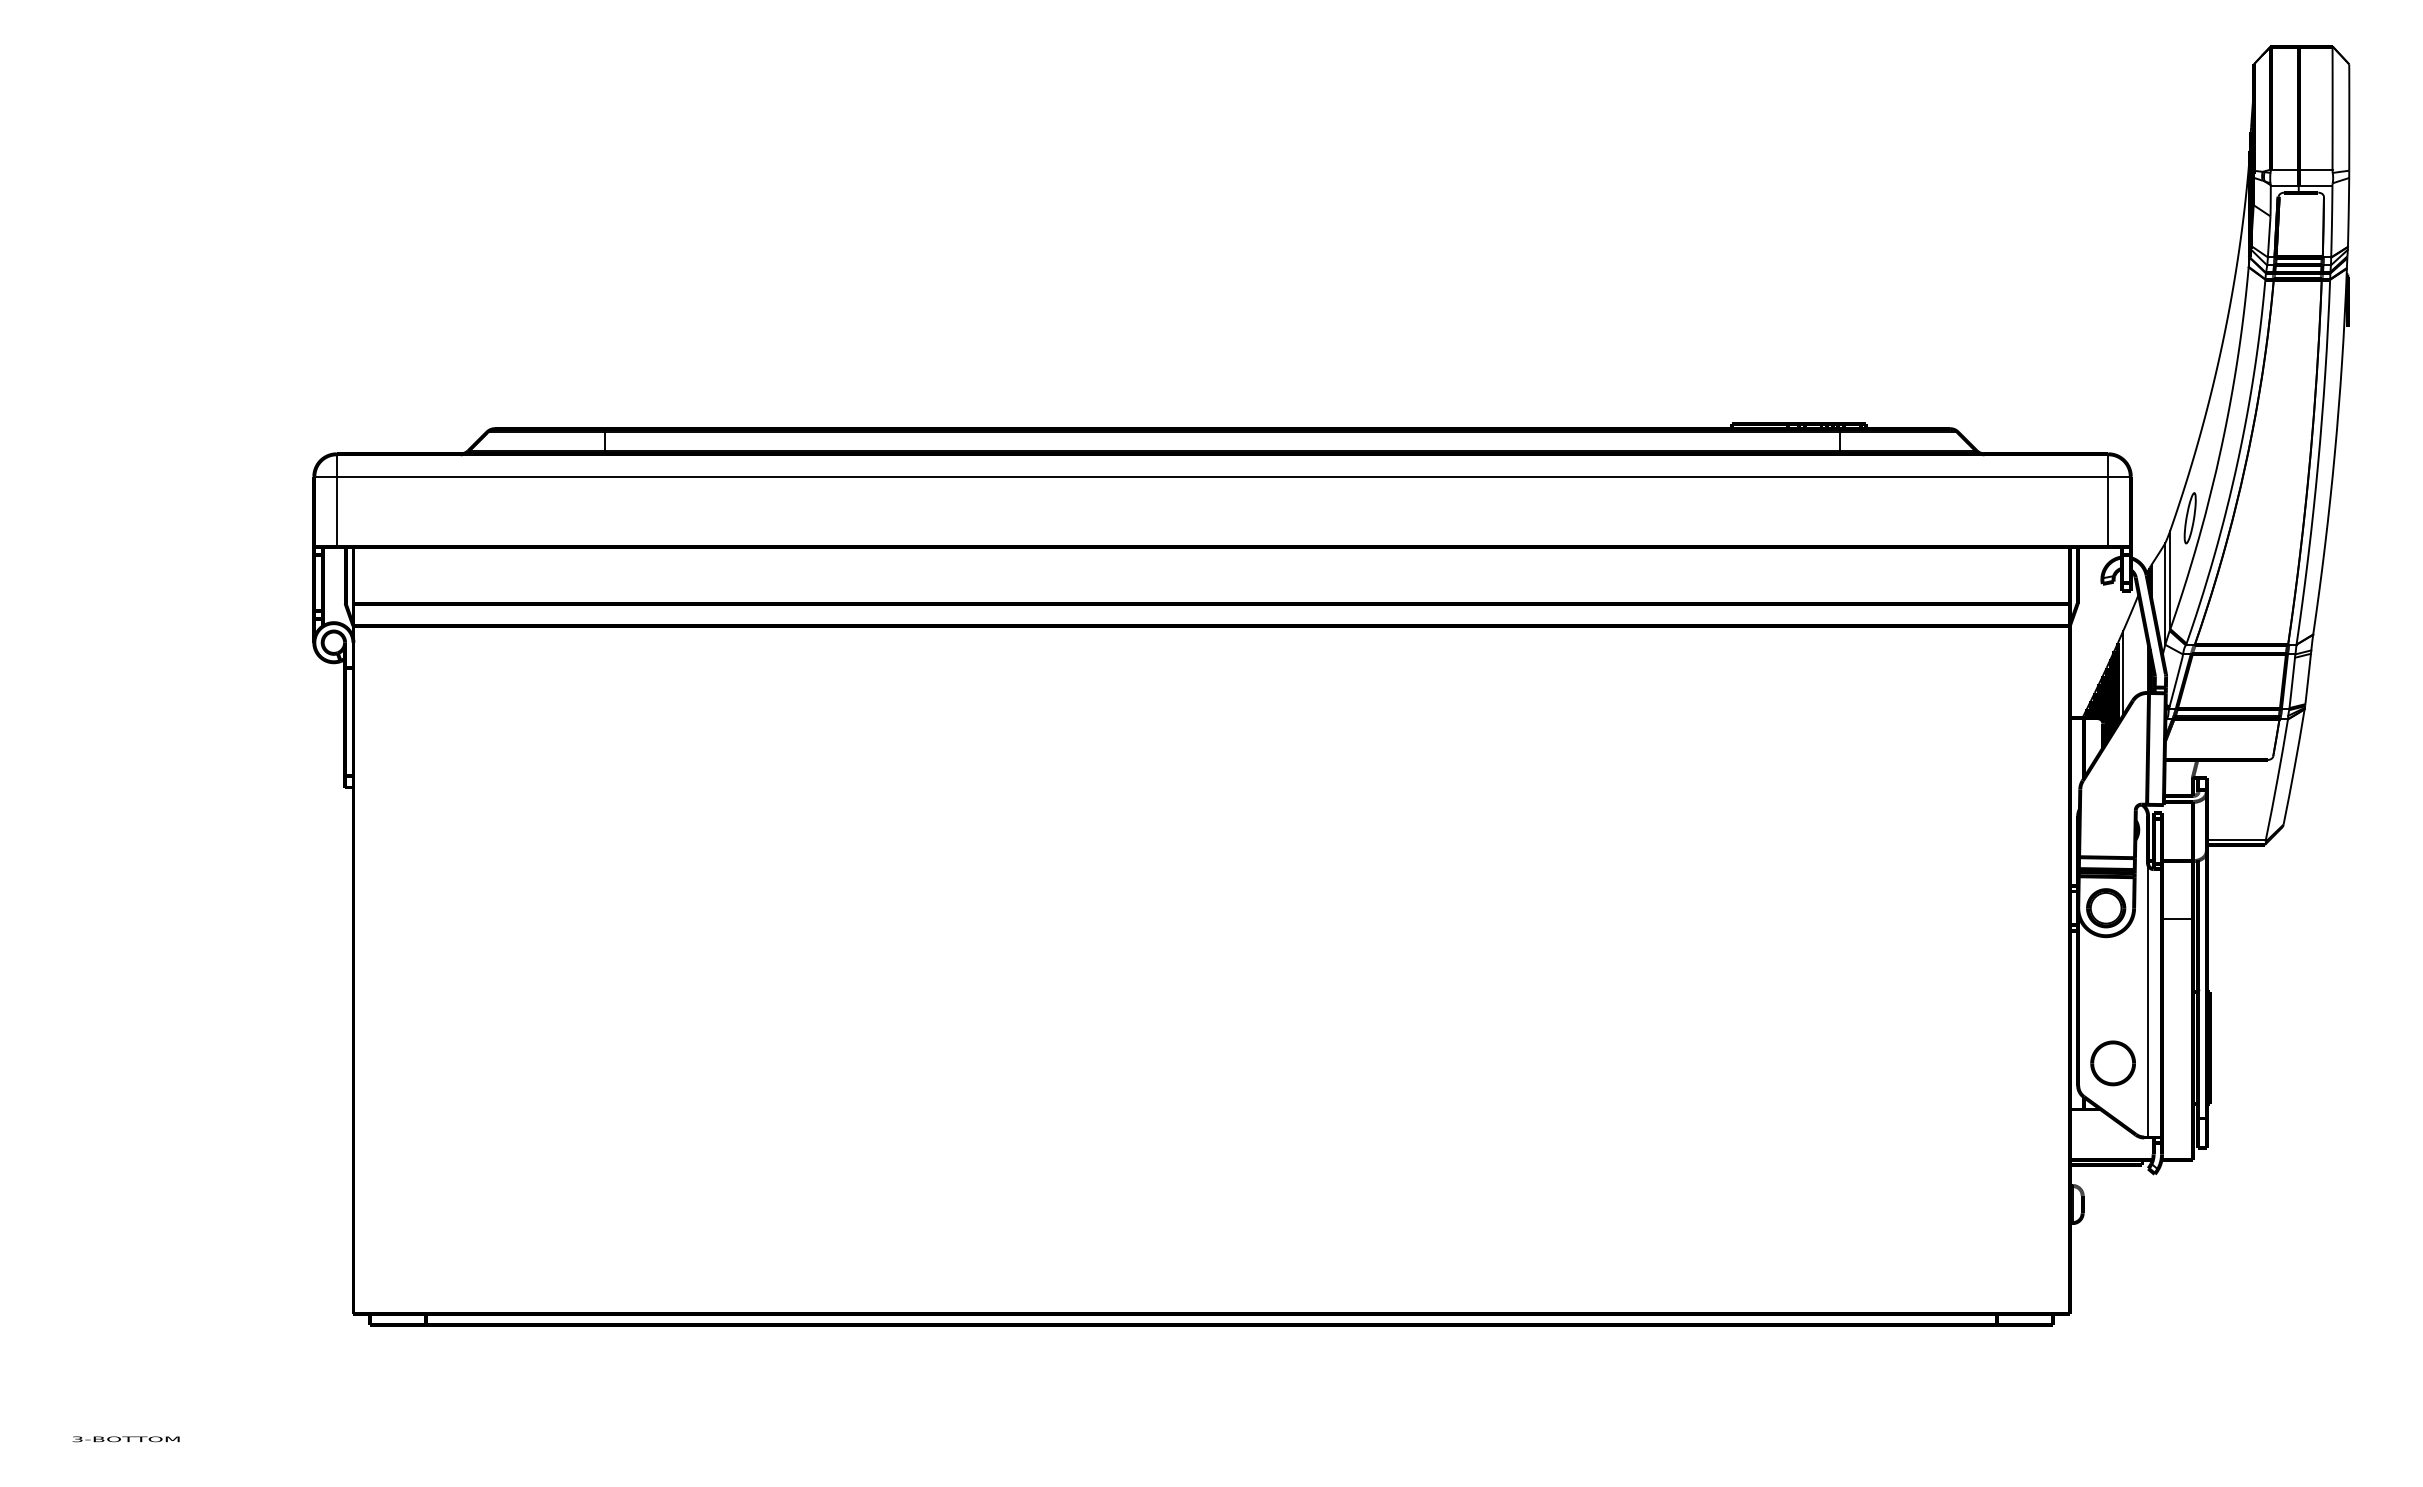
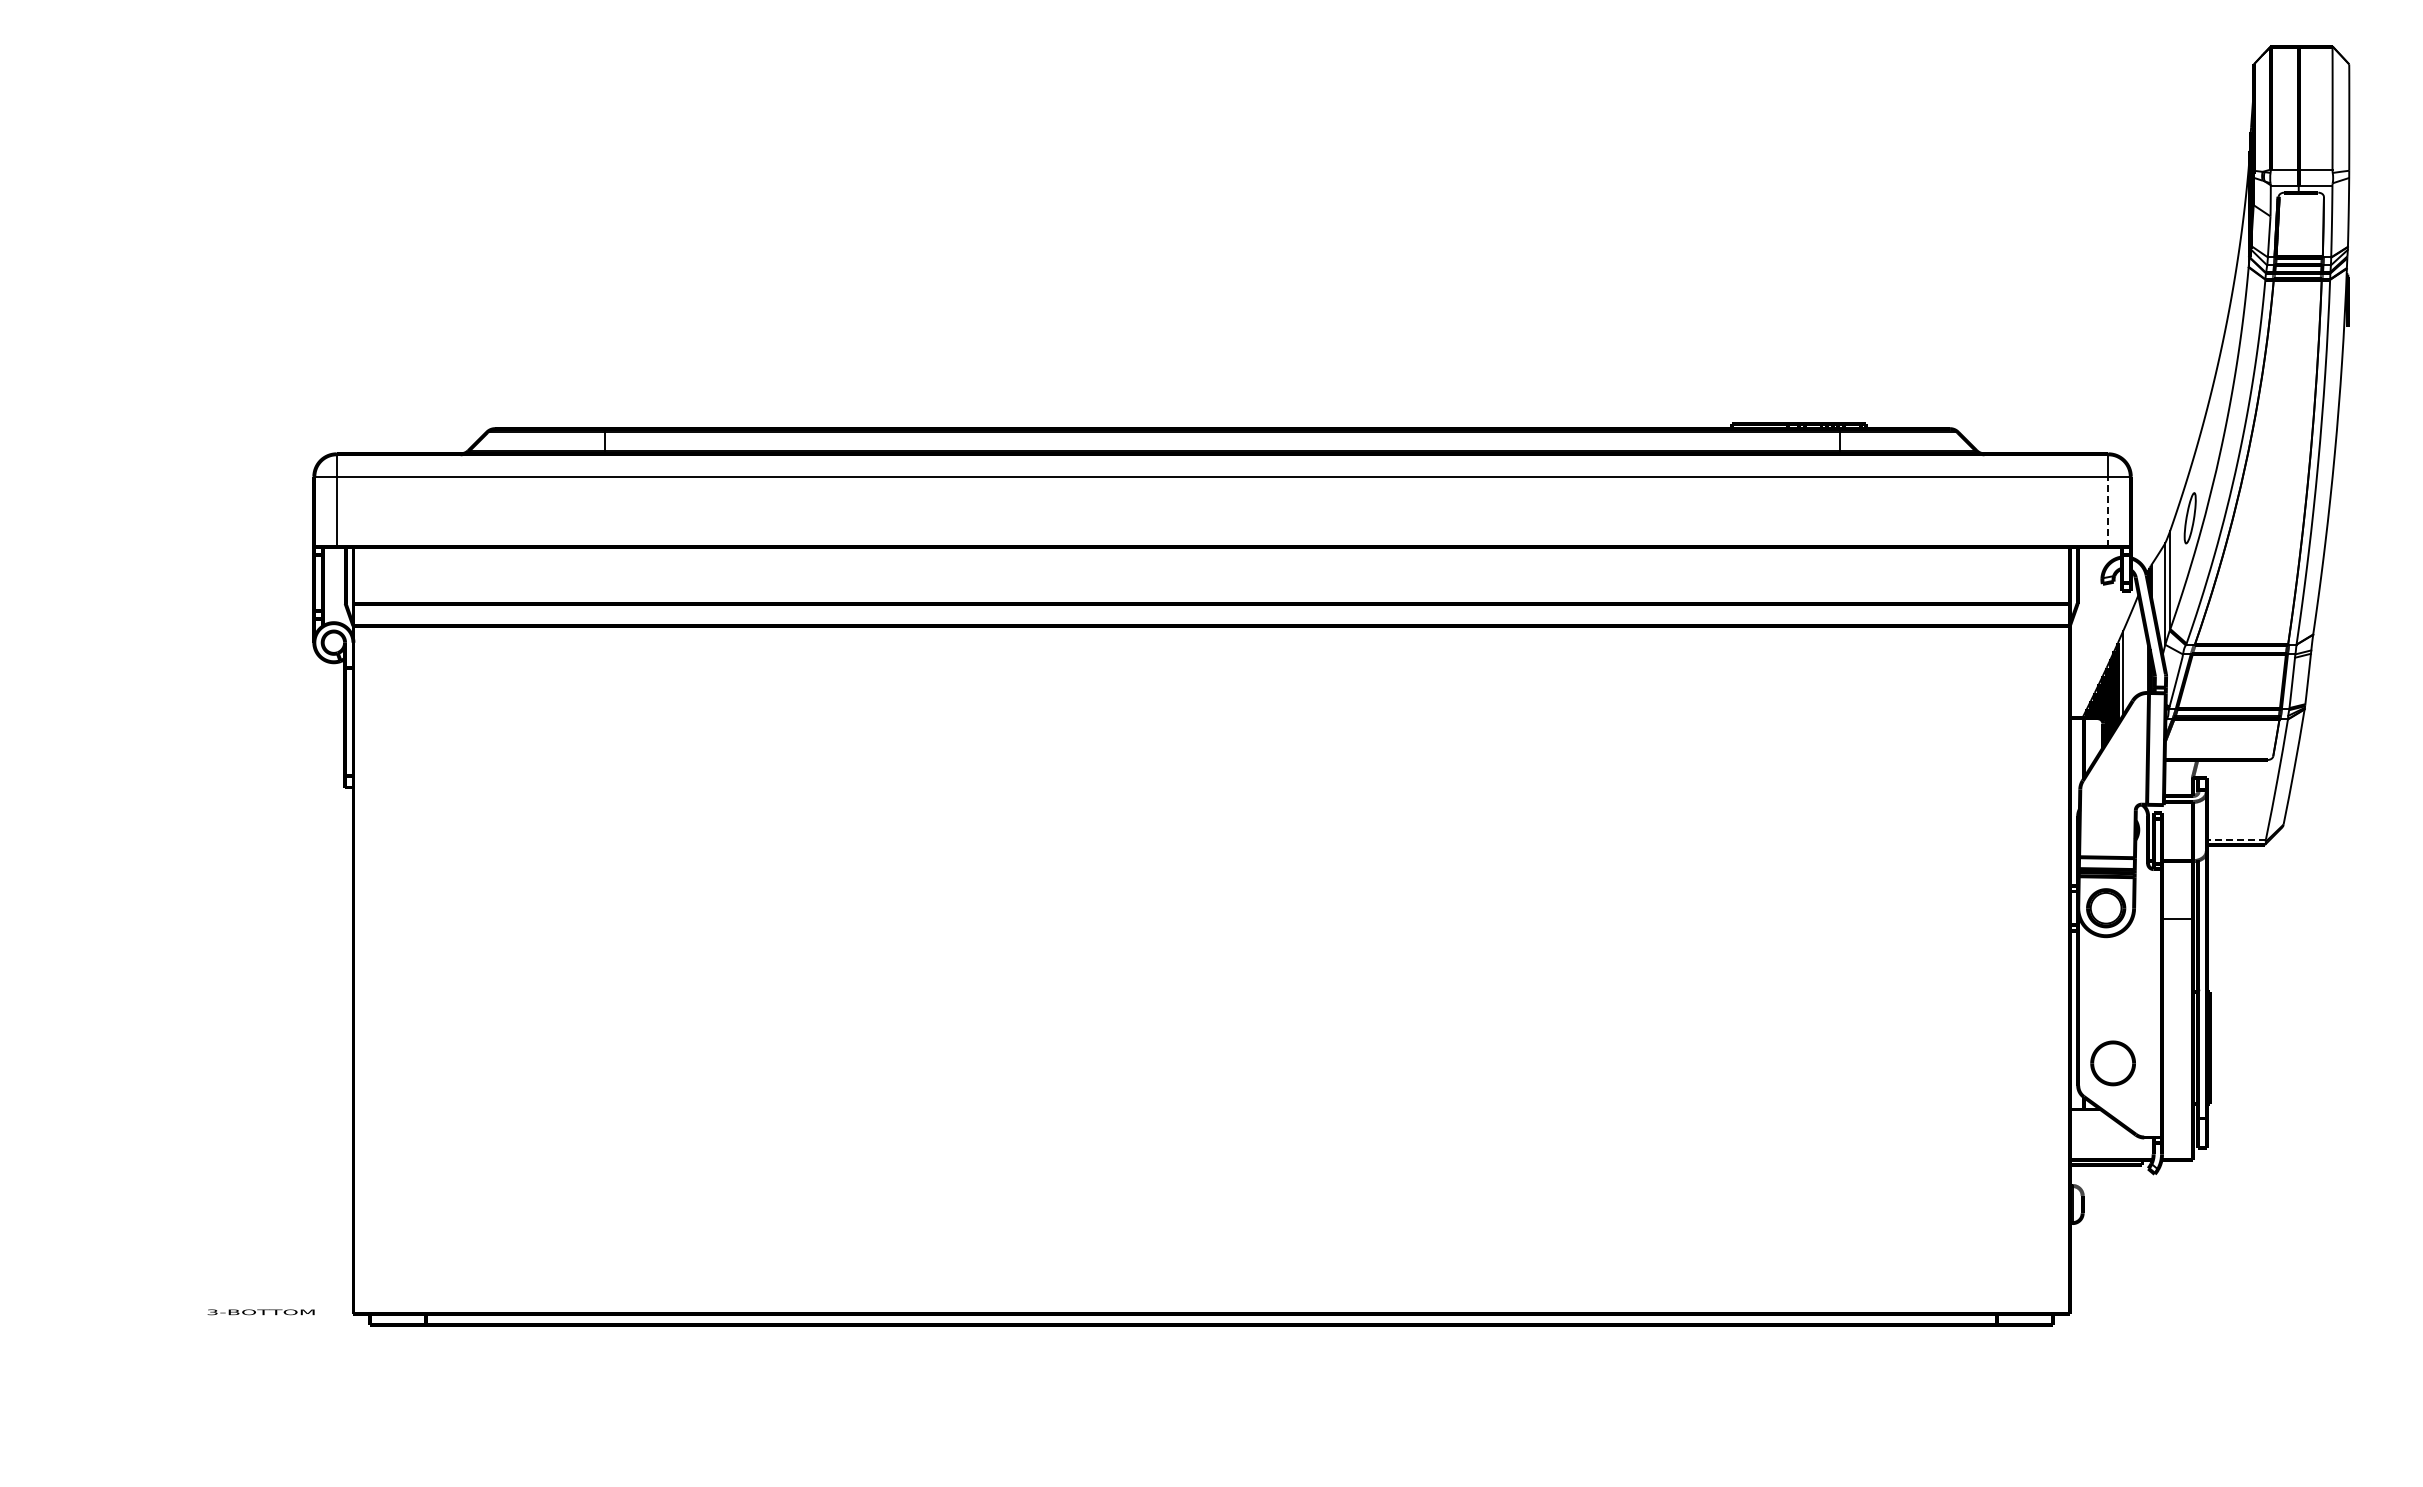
line at (2108, 511): solid -> dashed
line at (2236, 839): solid -> dashed
line at (2148, 1000): present -> none
text at (125, 1439) position: (125, 1439) -> (260, 1312)
